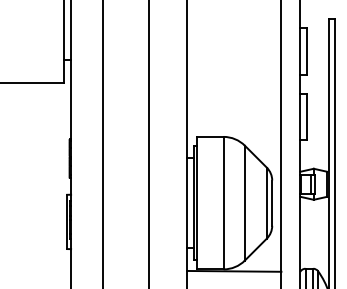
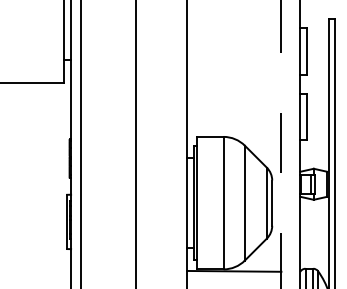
line at (102, 143) position: (102, 143) -> (80, 143)
line at (149, 143) position: (149, 143) -> (136, 143)
line at (281, 144): solid -> dashed
